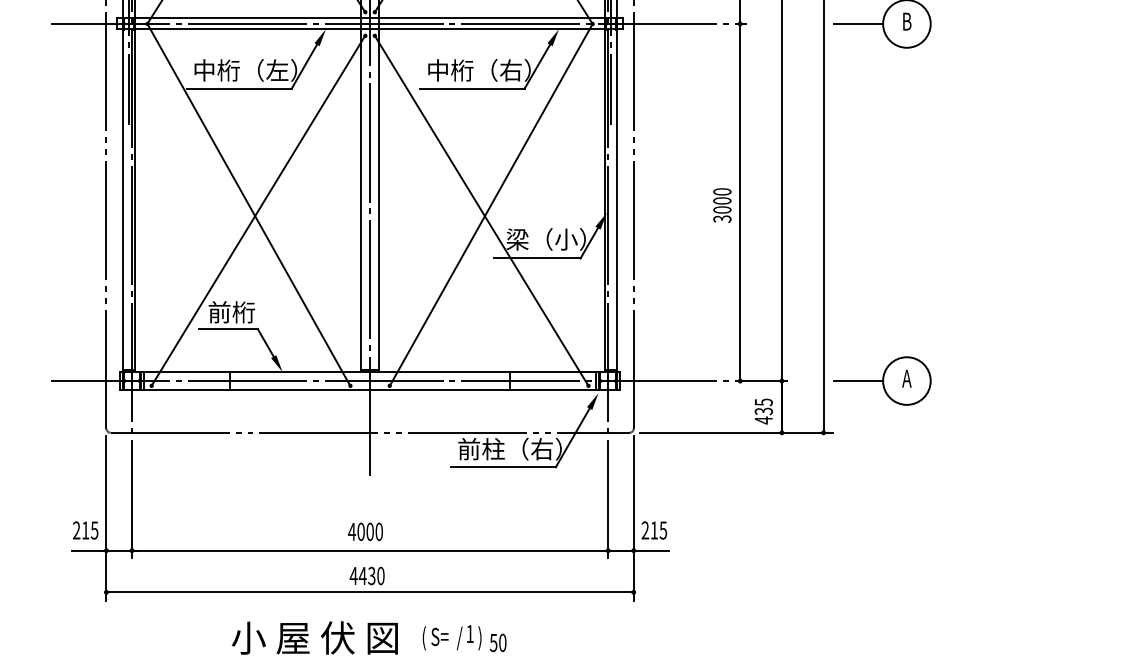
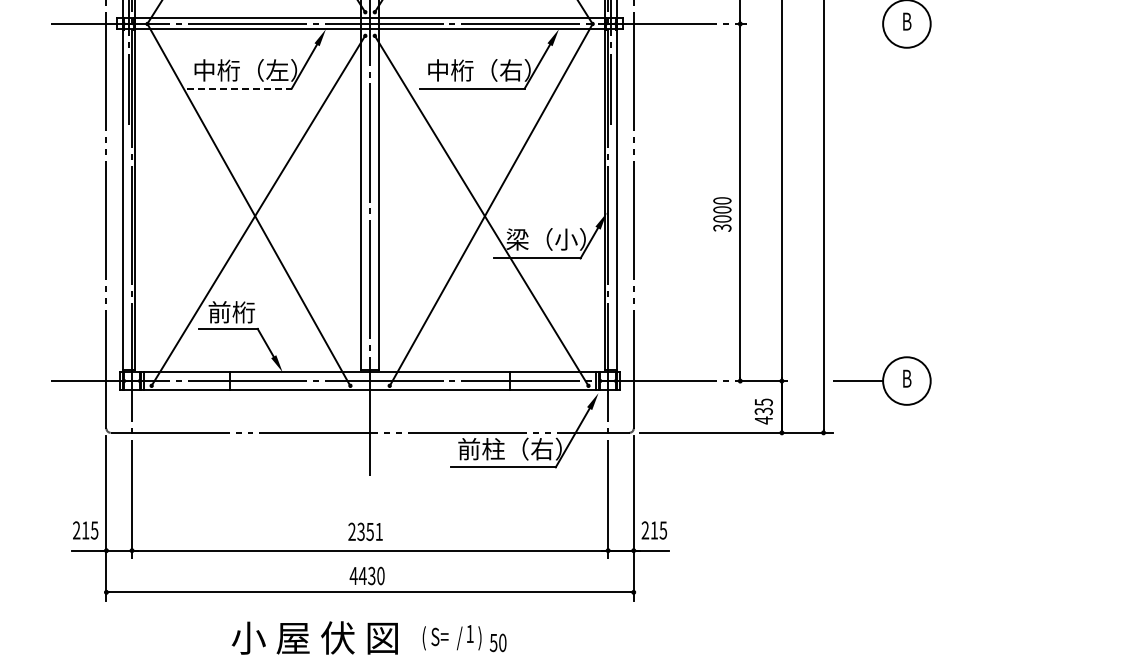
line at (857, 23): present -> none
line at (239, 88): solid -> dashed
text at (722, 205) position: (722, 205) -> (722, 214)
text at (906, 378): A -> B
text at (365, 531): 4000 -> 2351
